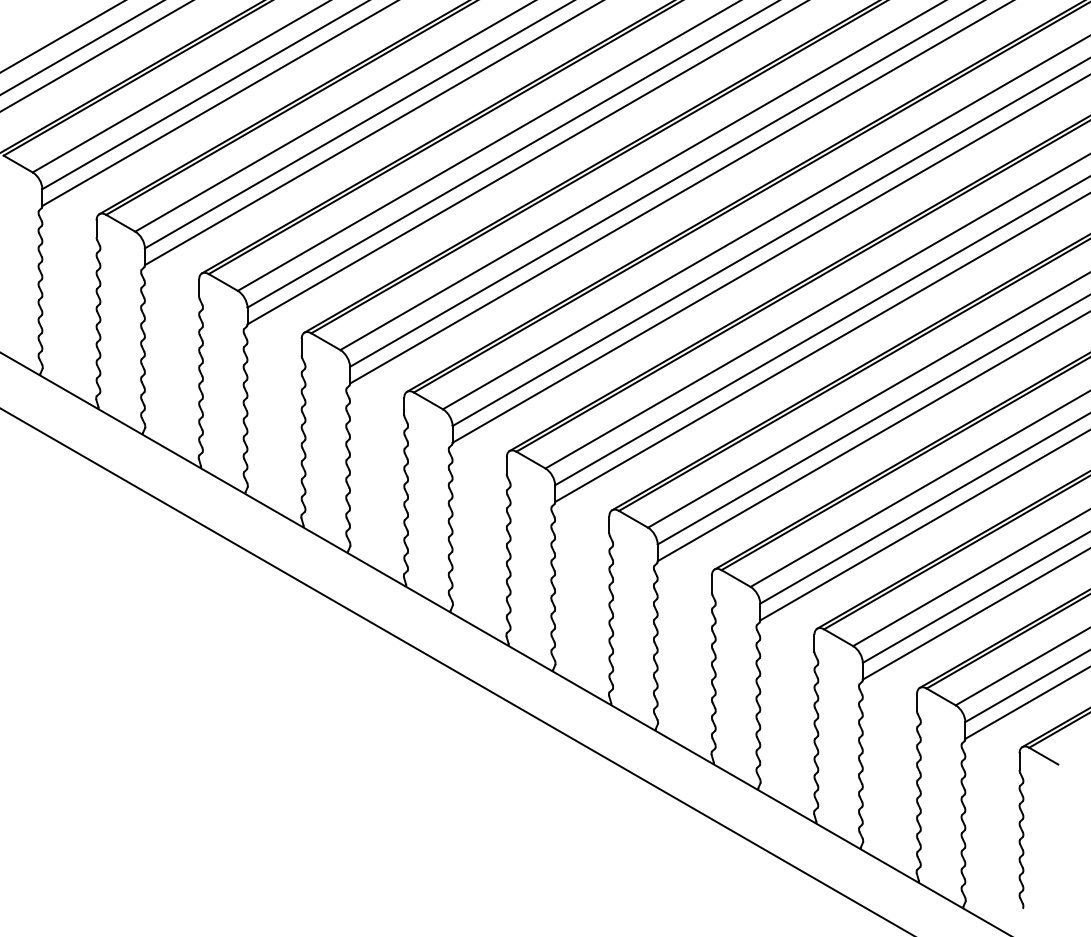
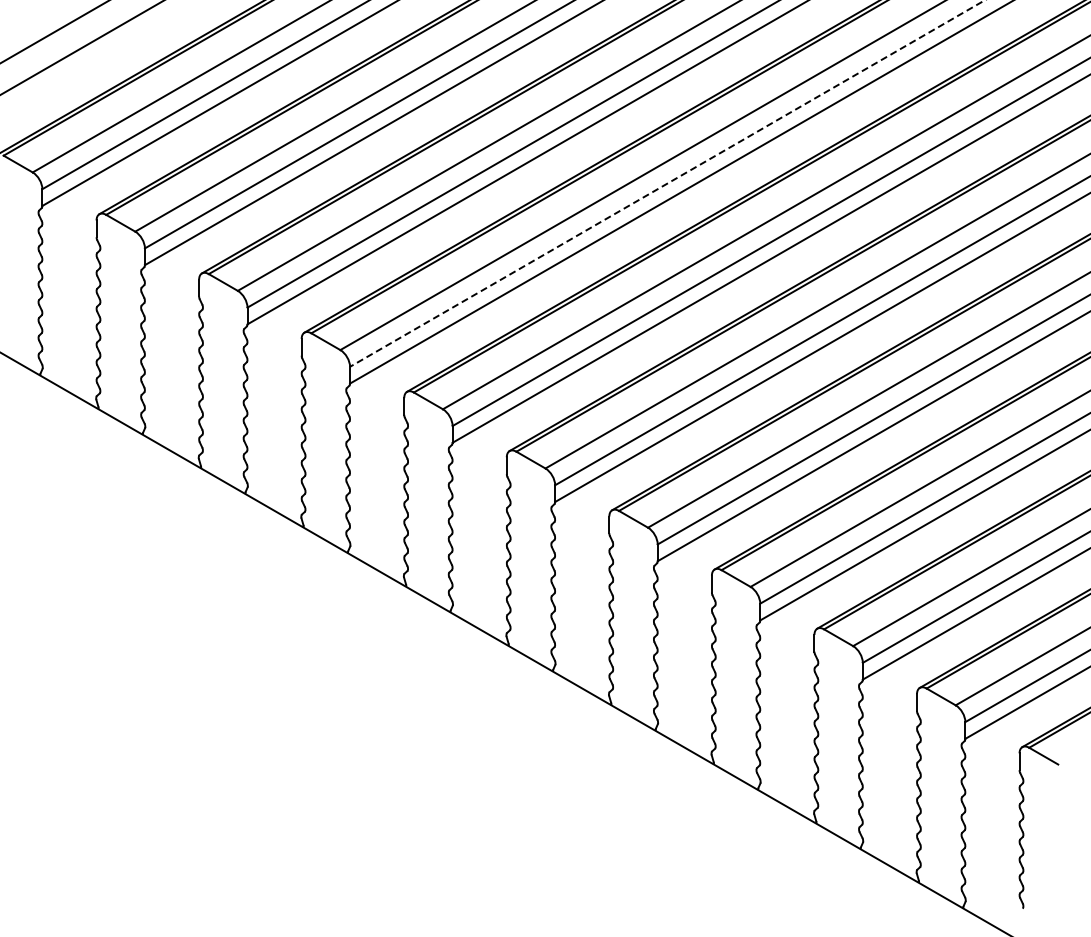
line at (62, 36) position: (62, 36) -> (54, 32)
line at (96, 56): present -> none
line at (666, 183): solid -> dashed
line at (456, 671): present -> none
